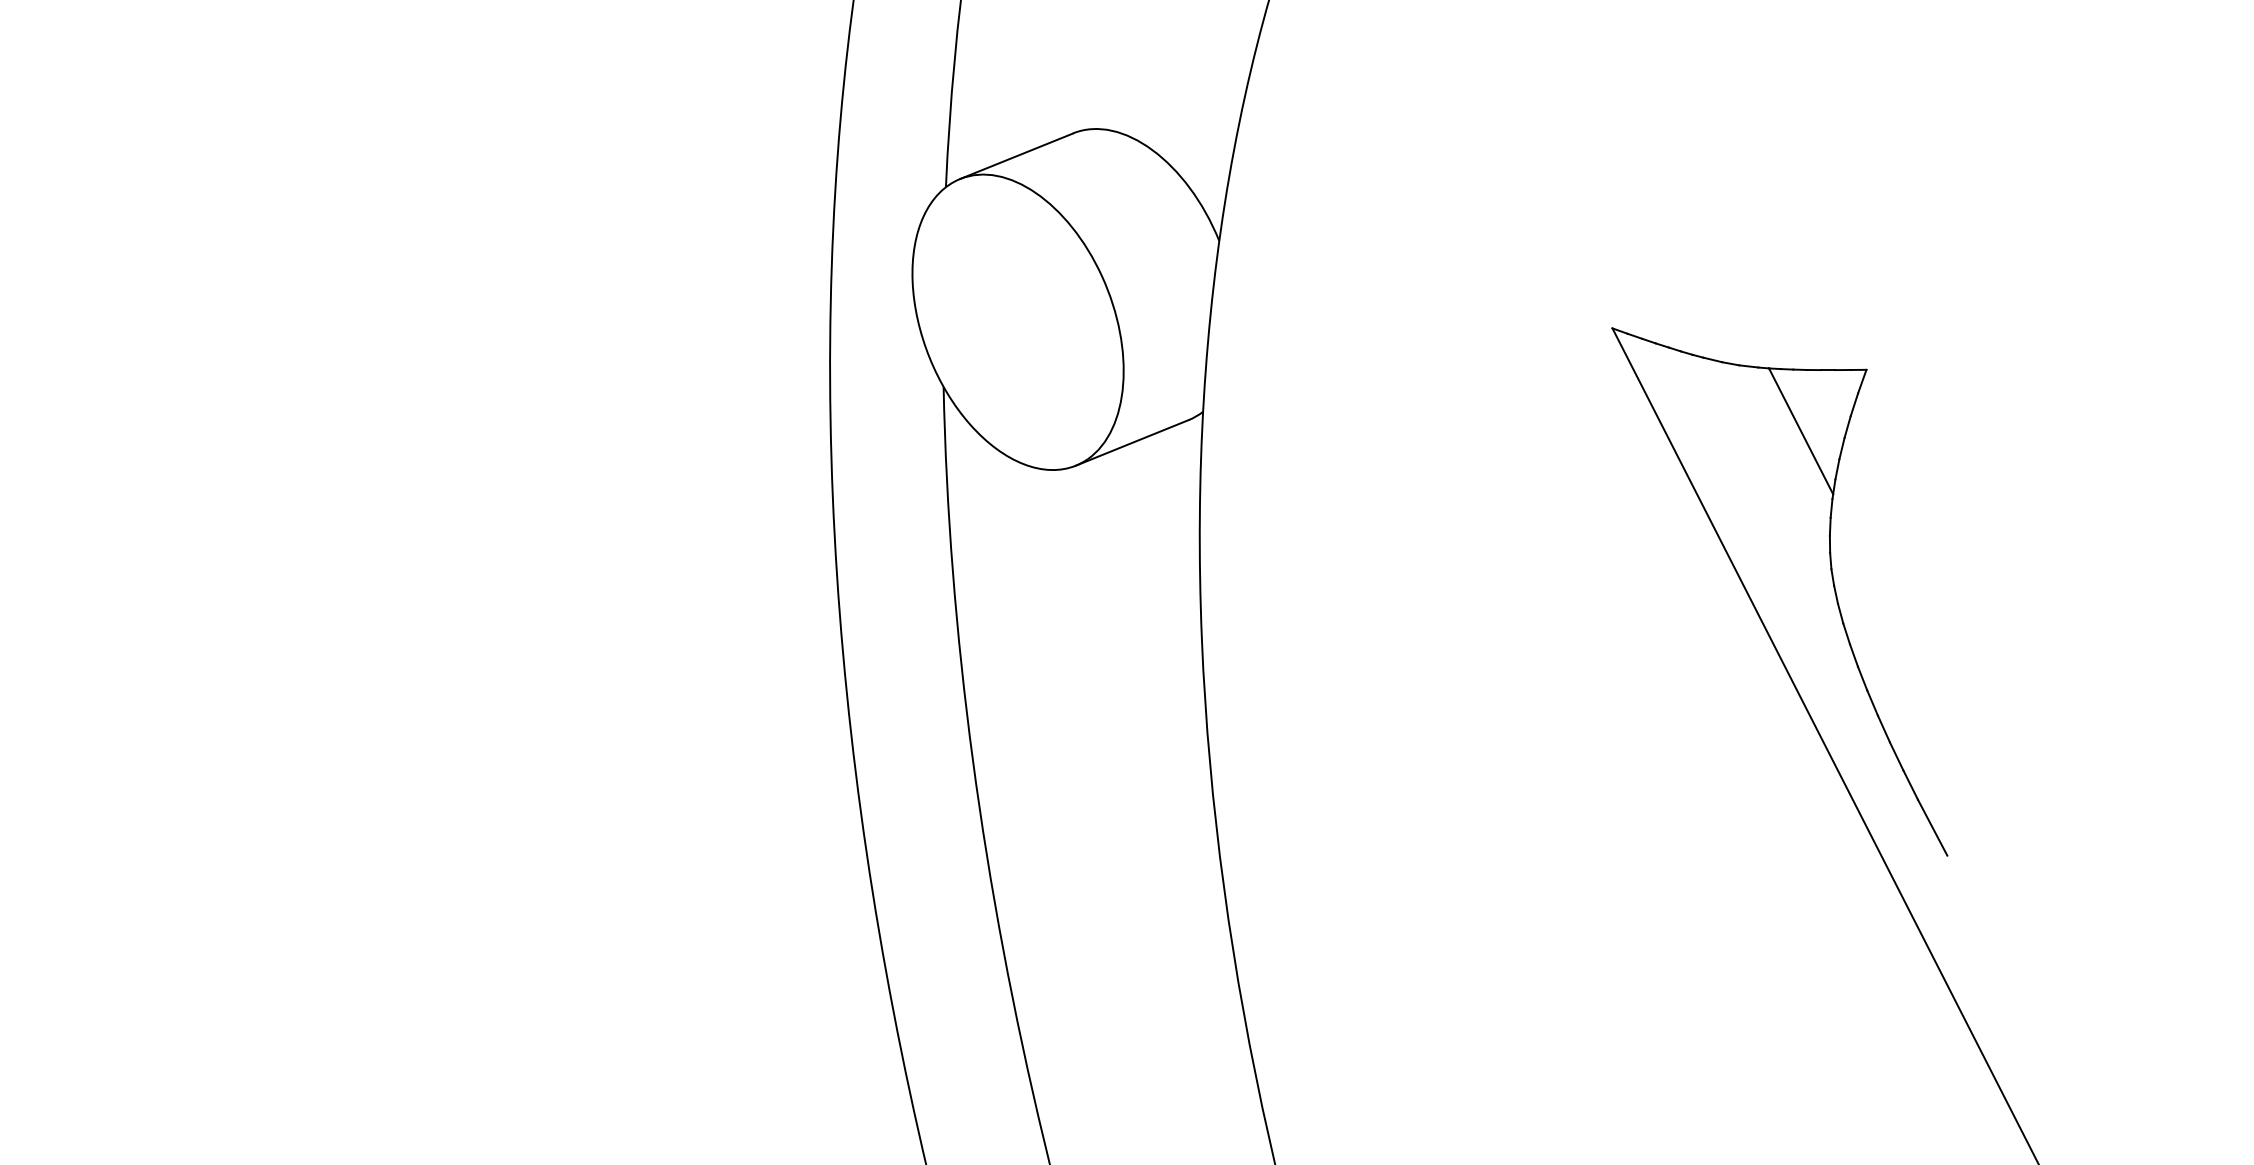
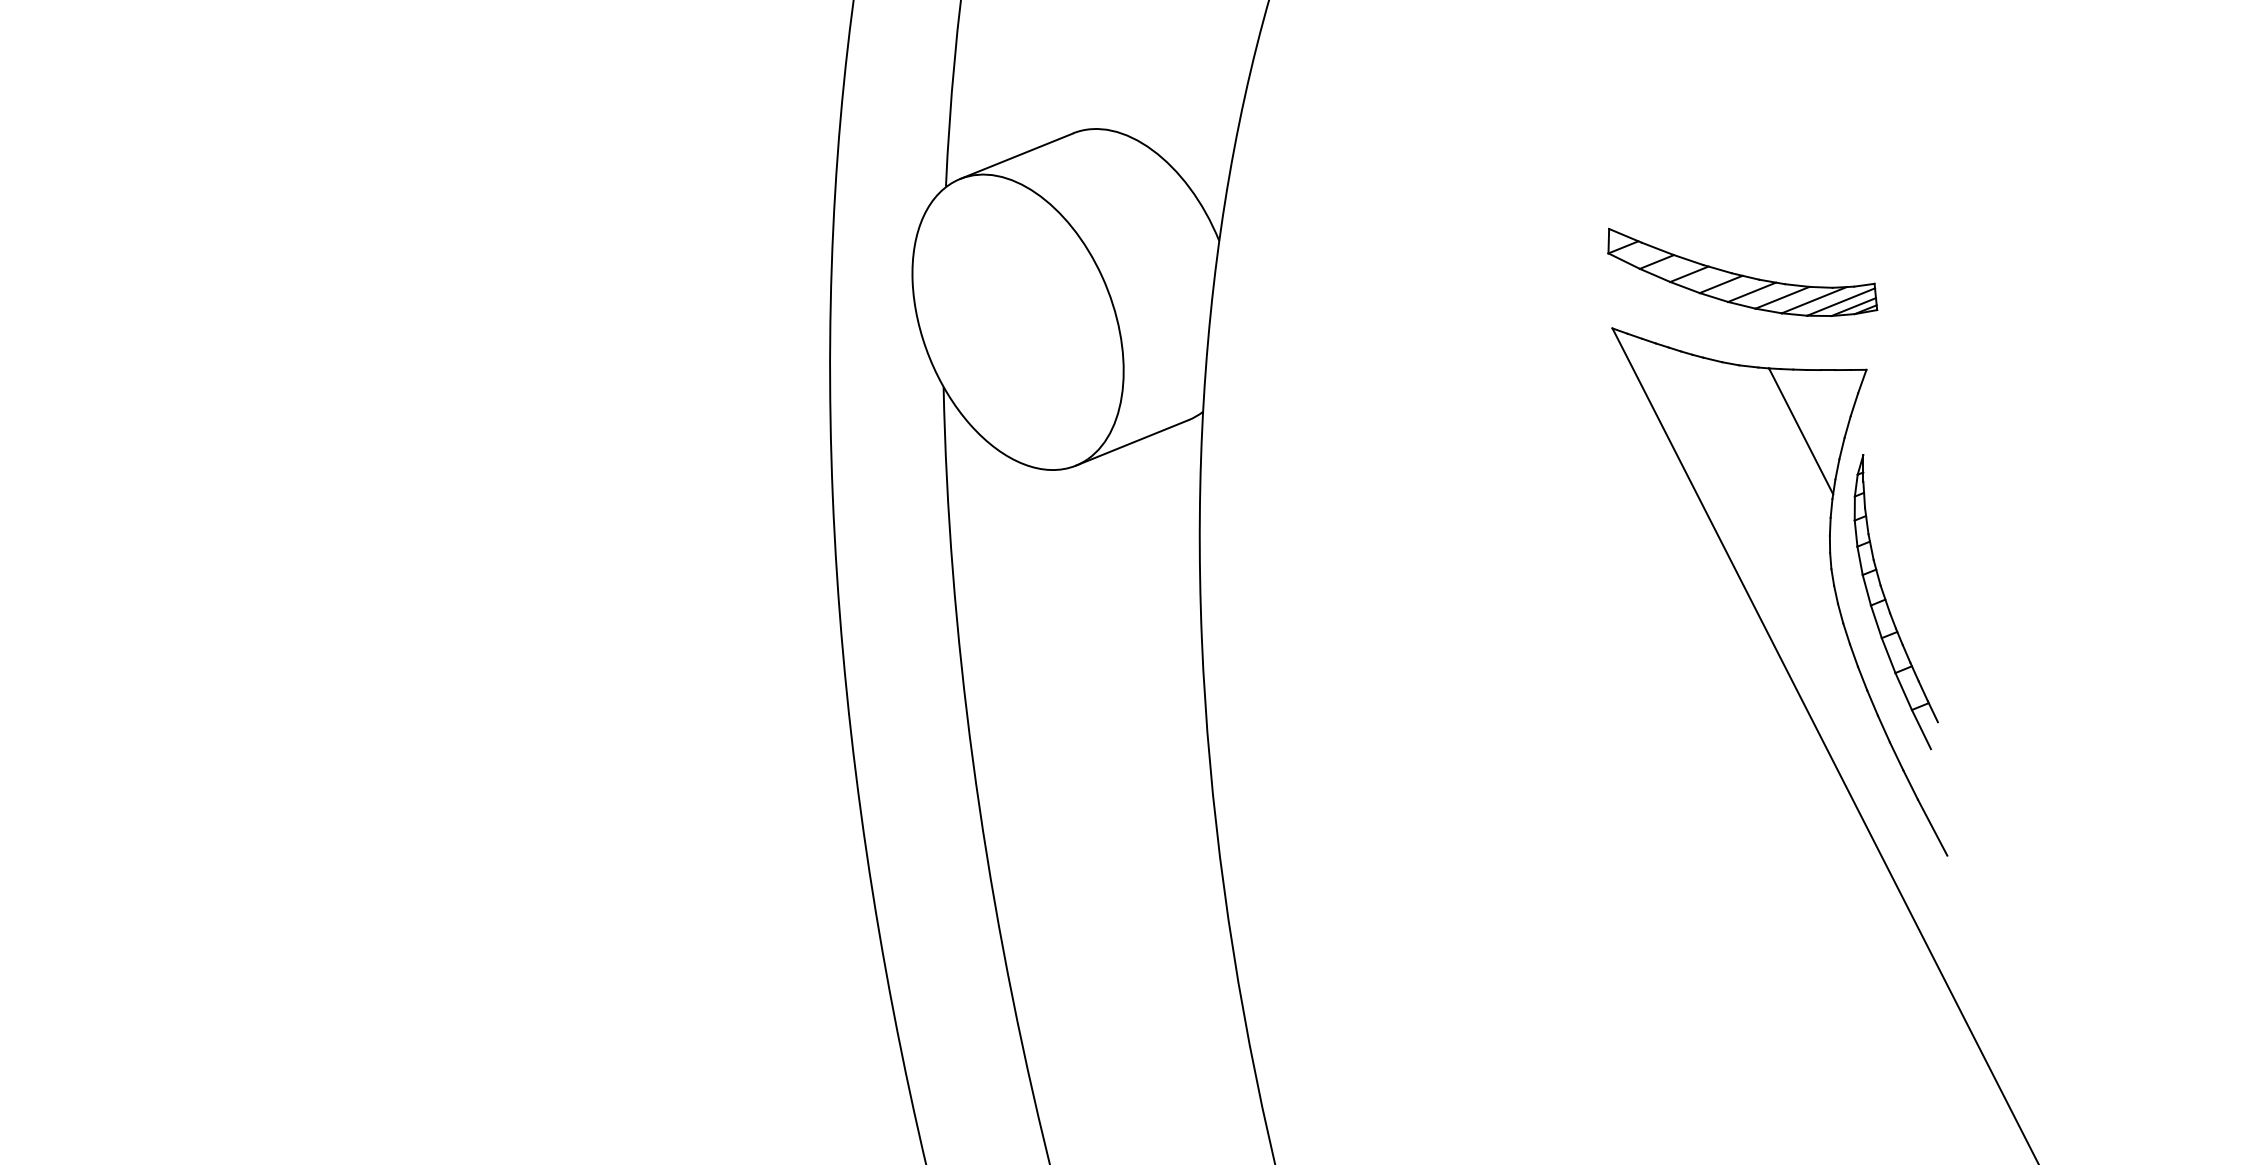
part at (1742, 271): none -> present
part at (1888, 605): none -> present
